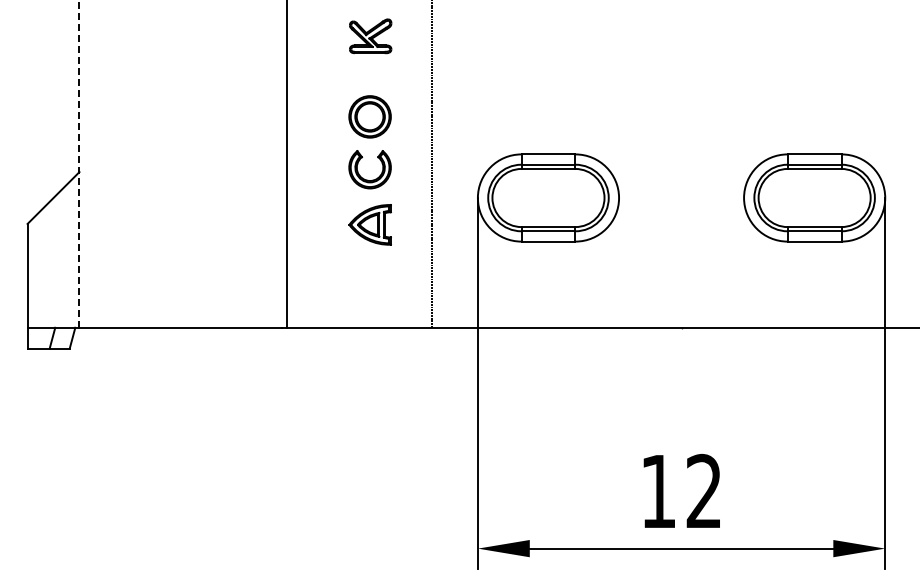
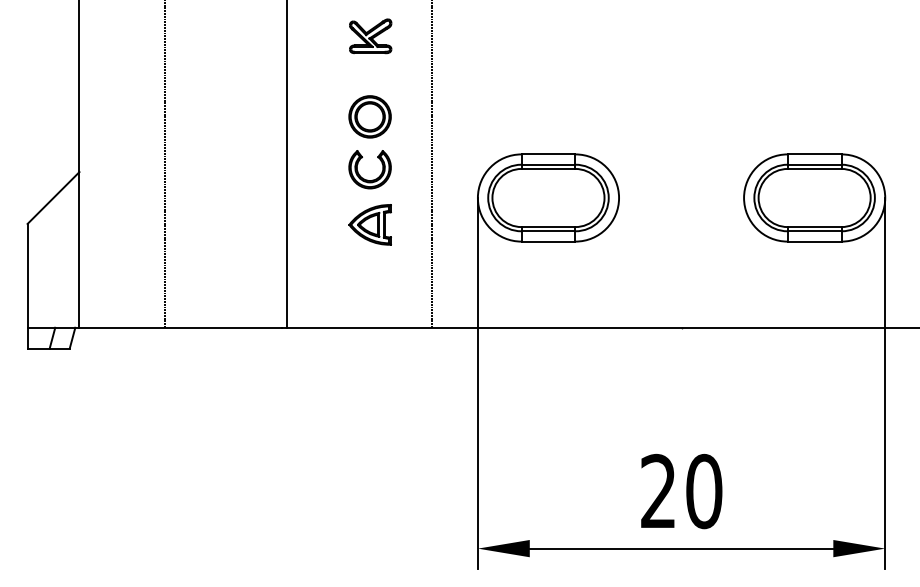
line at (79, 163): dashed -> solid
line at (164, 164): none -> present
text at (681, 491): 12 -> 20
